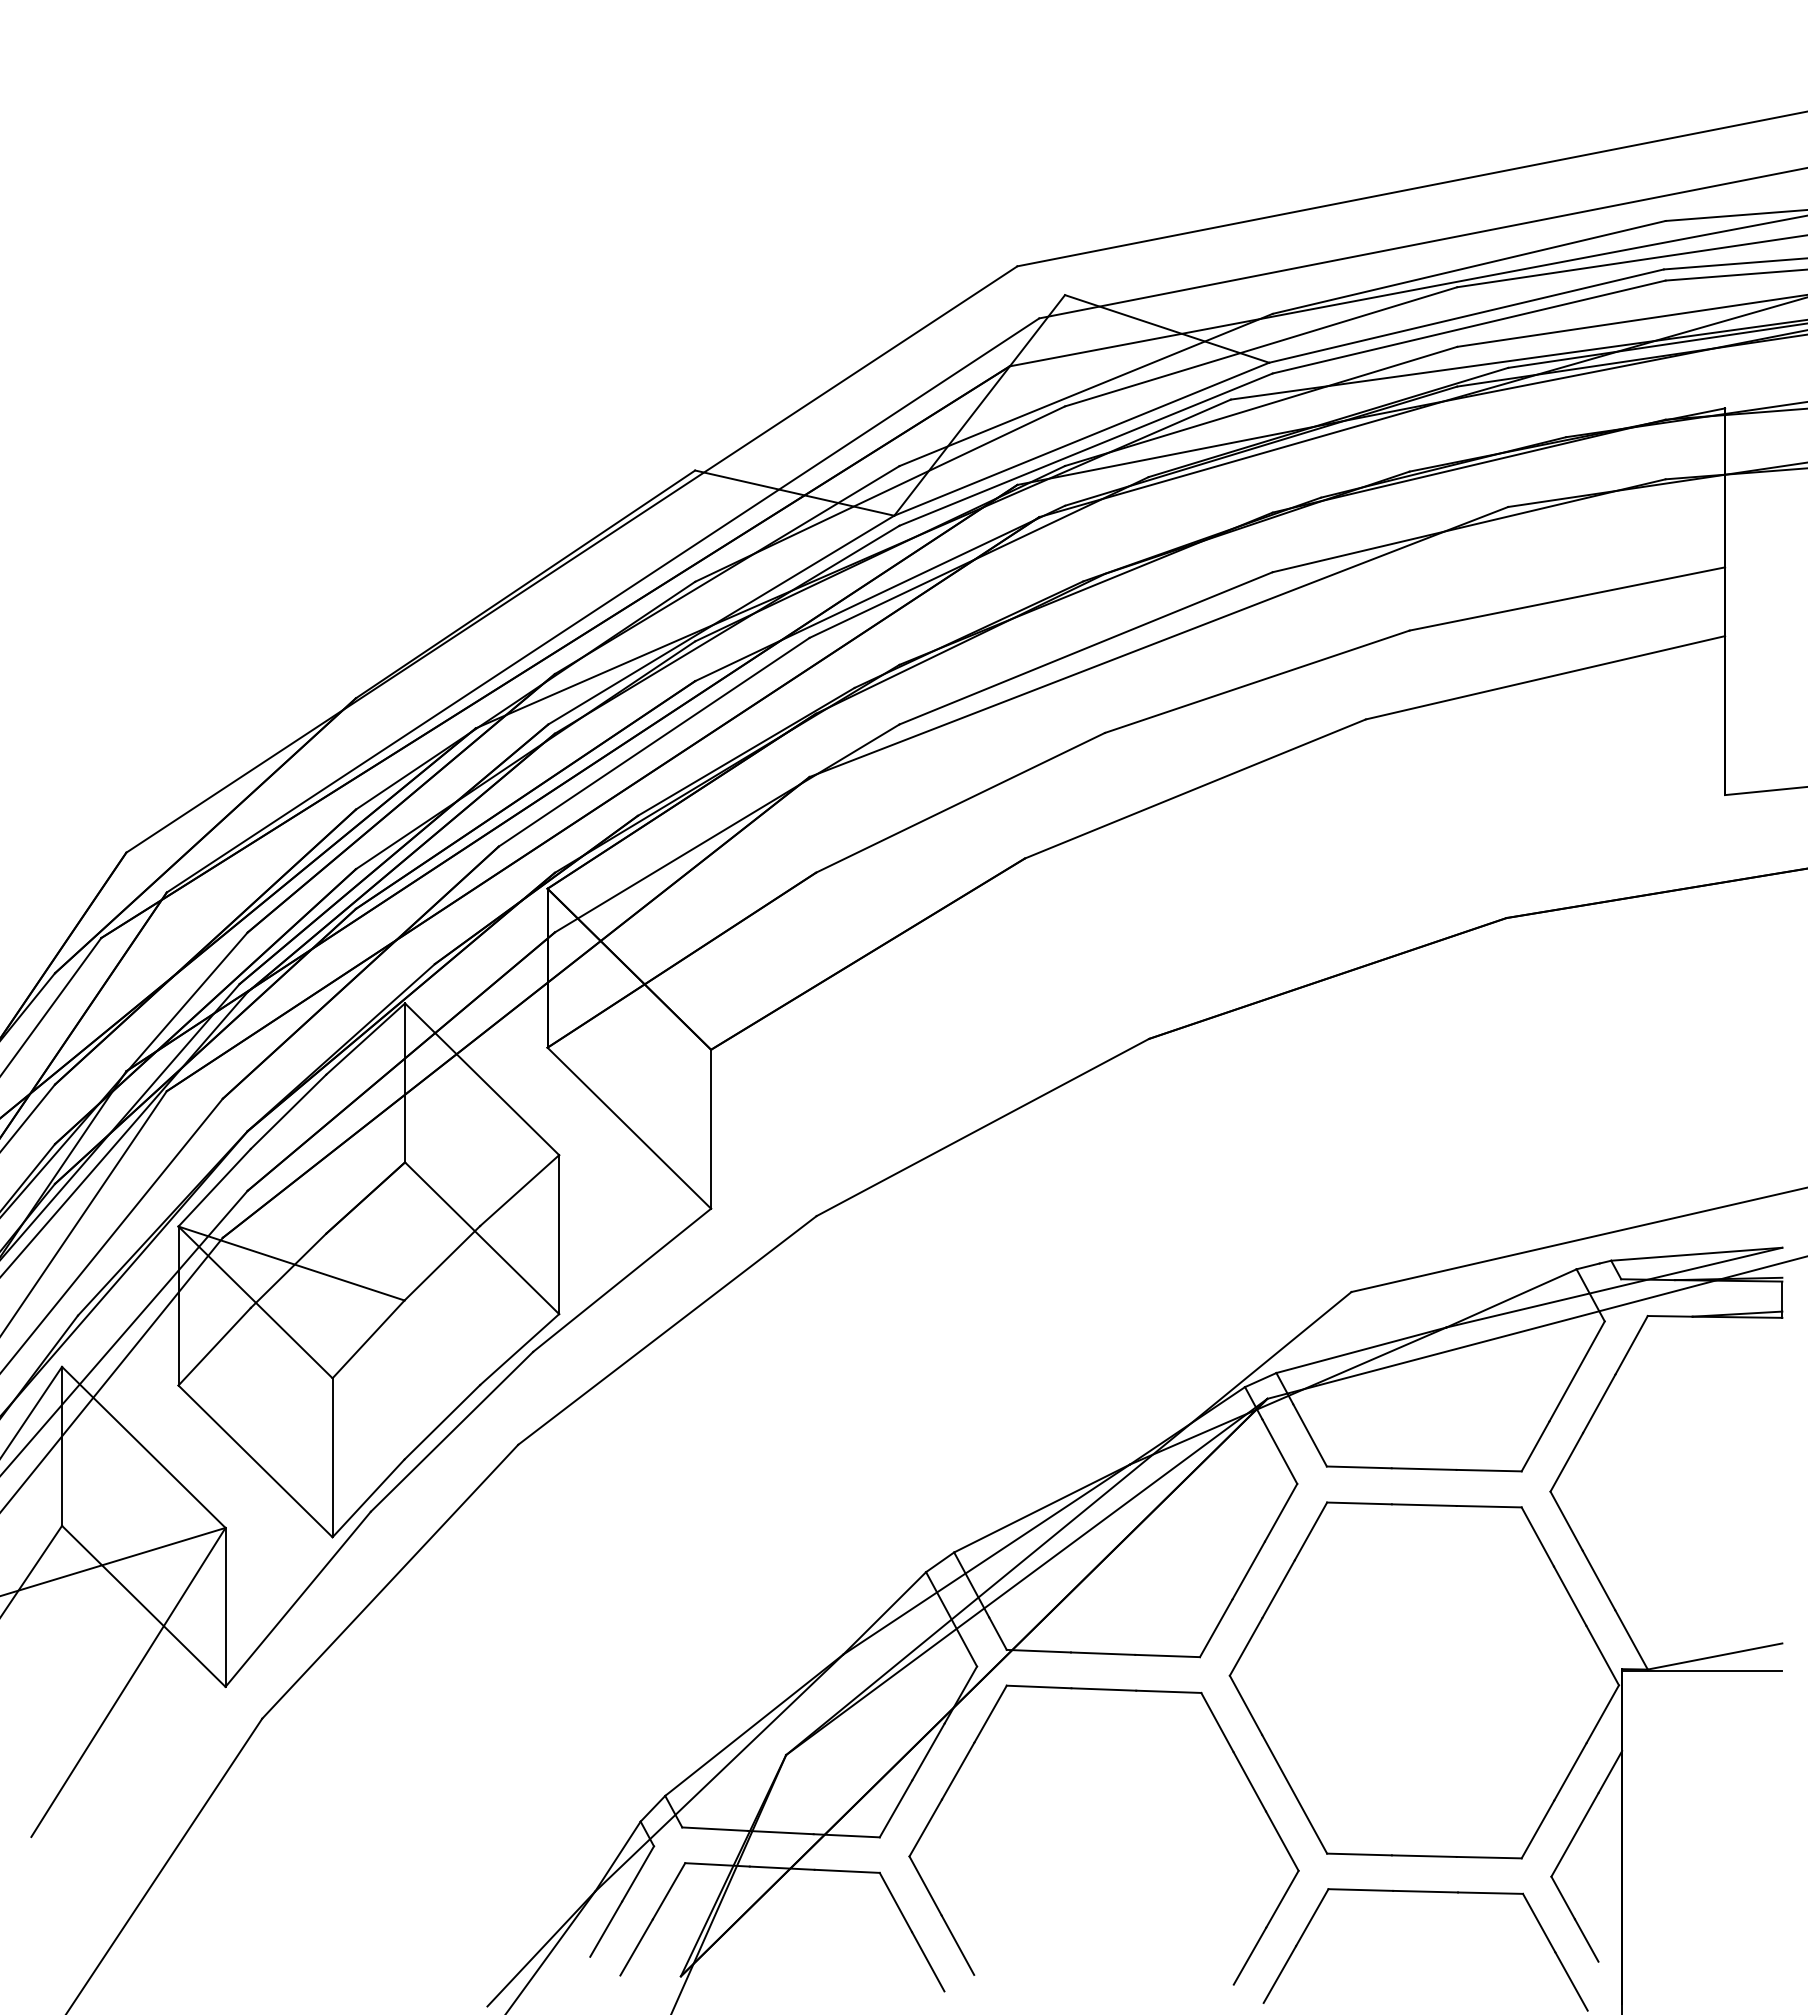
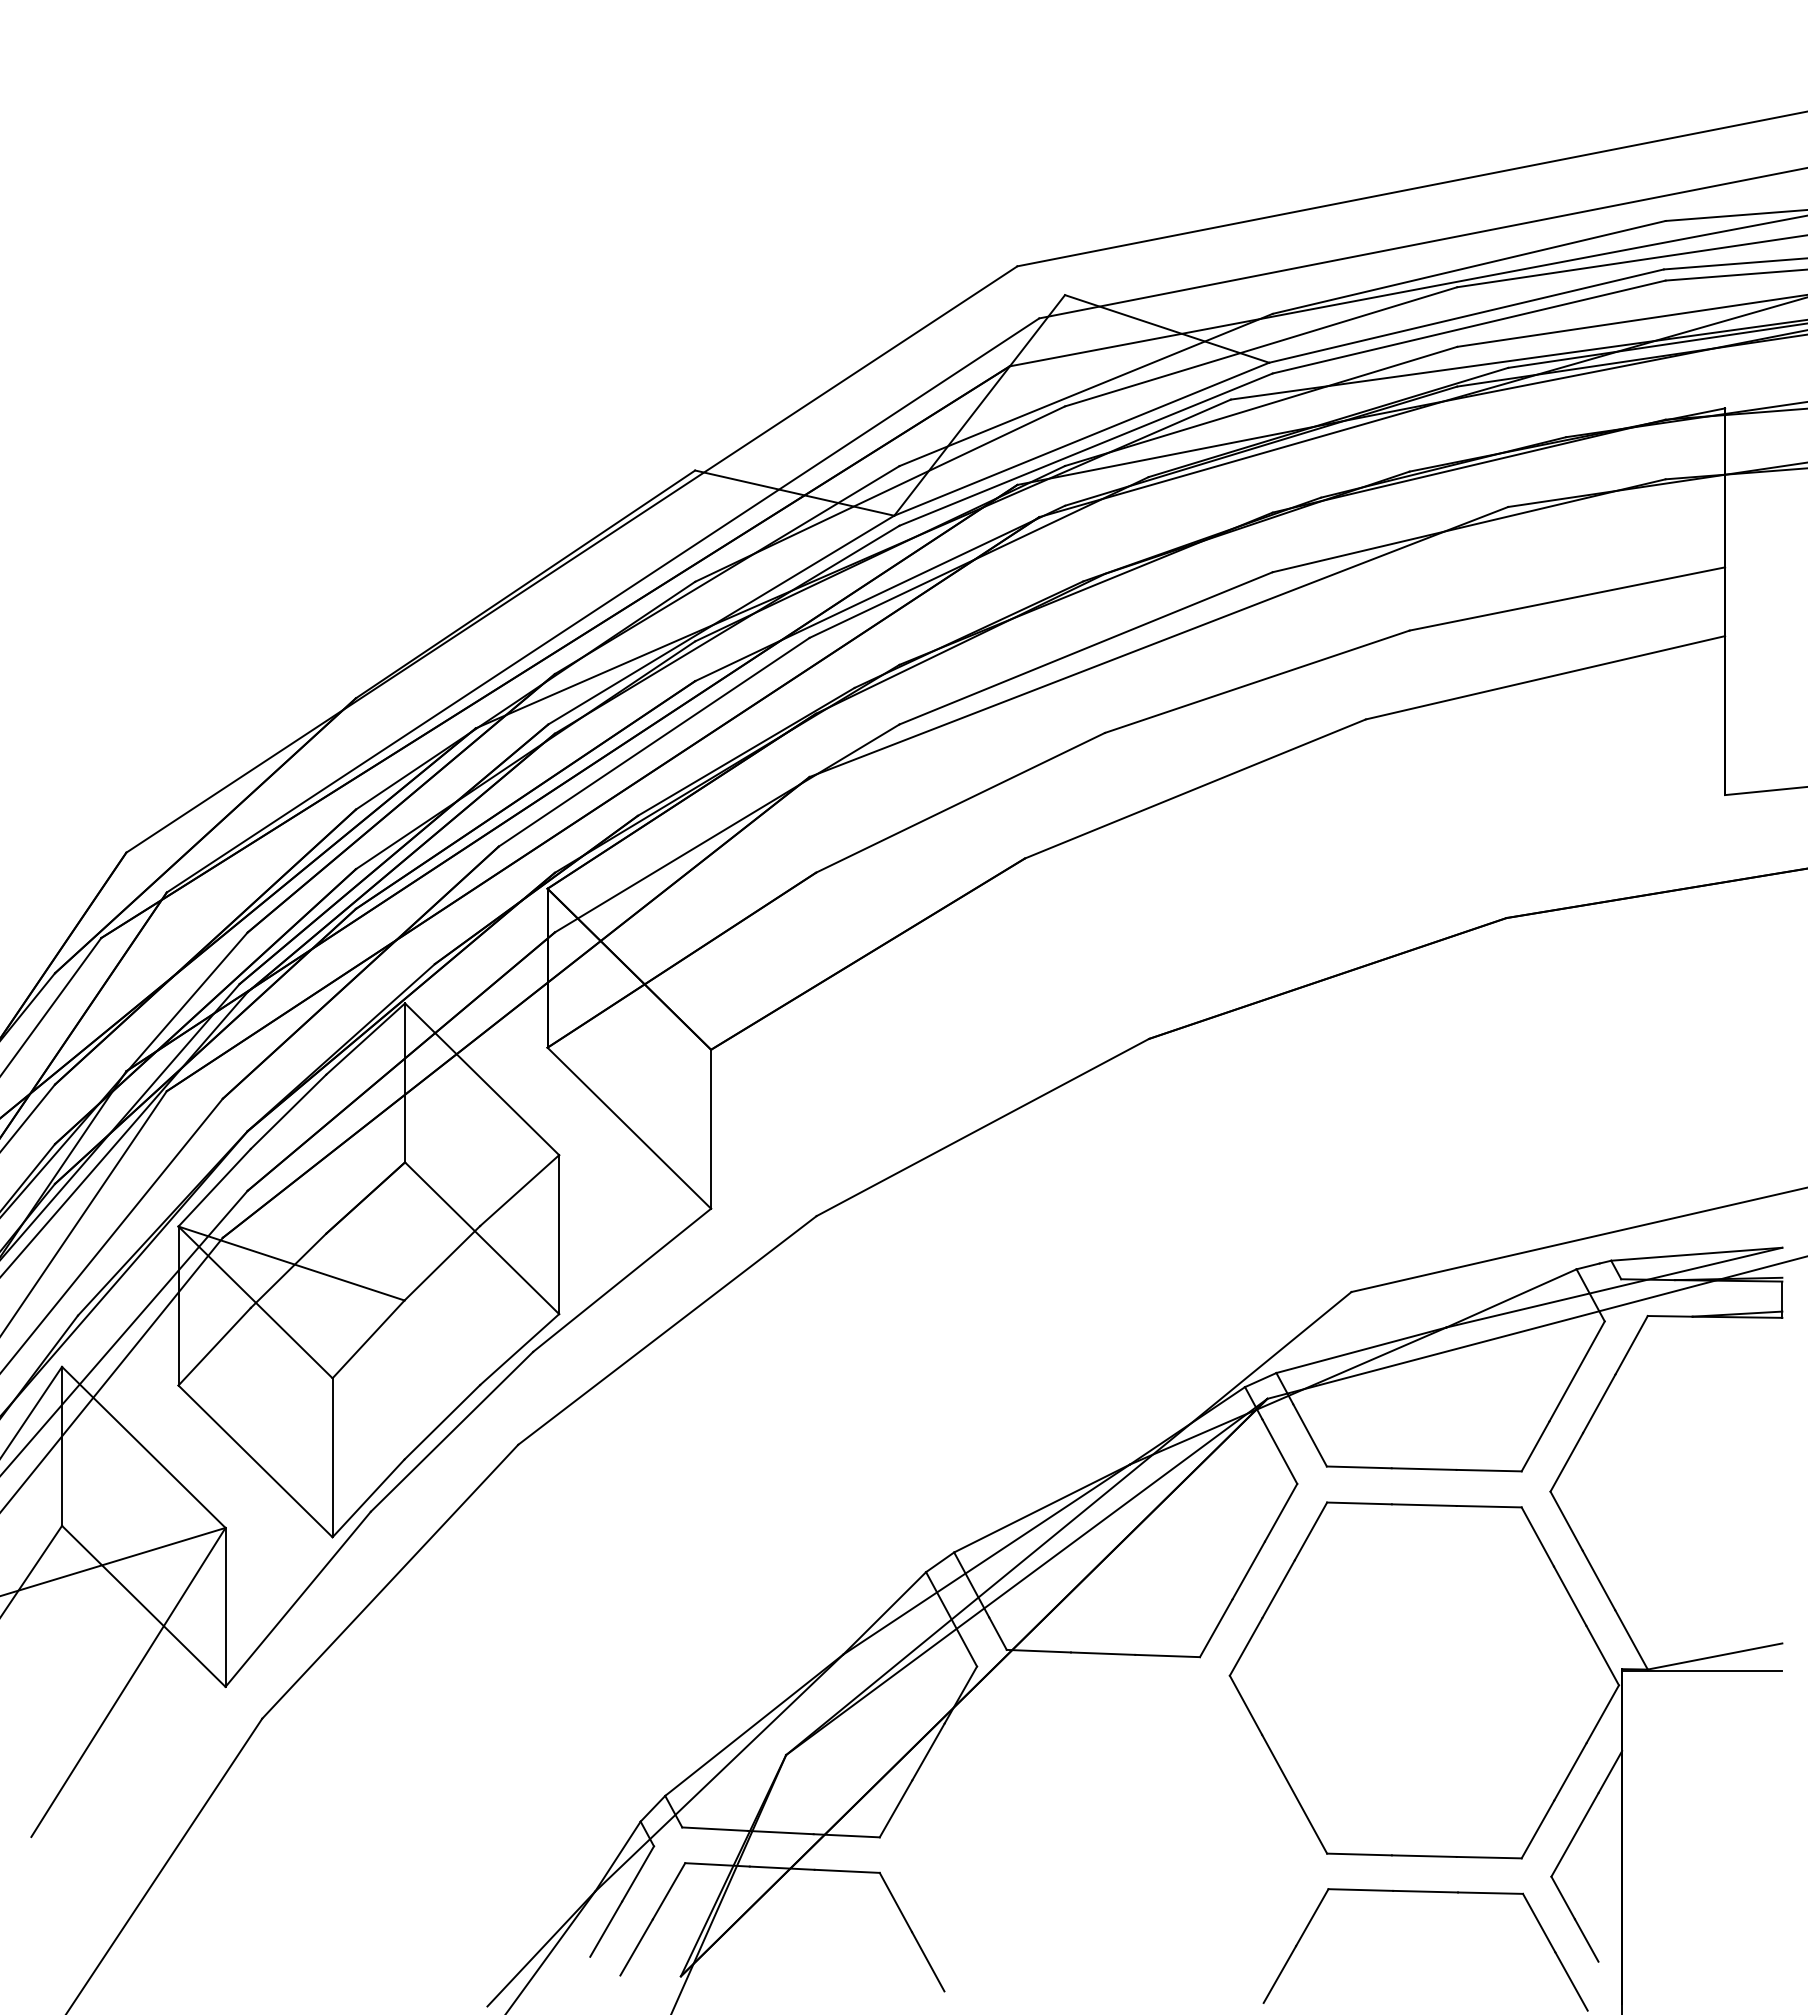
part at (1103, 1690): present -> none
